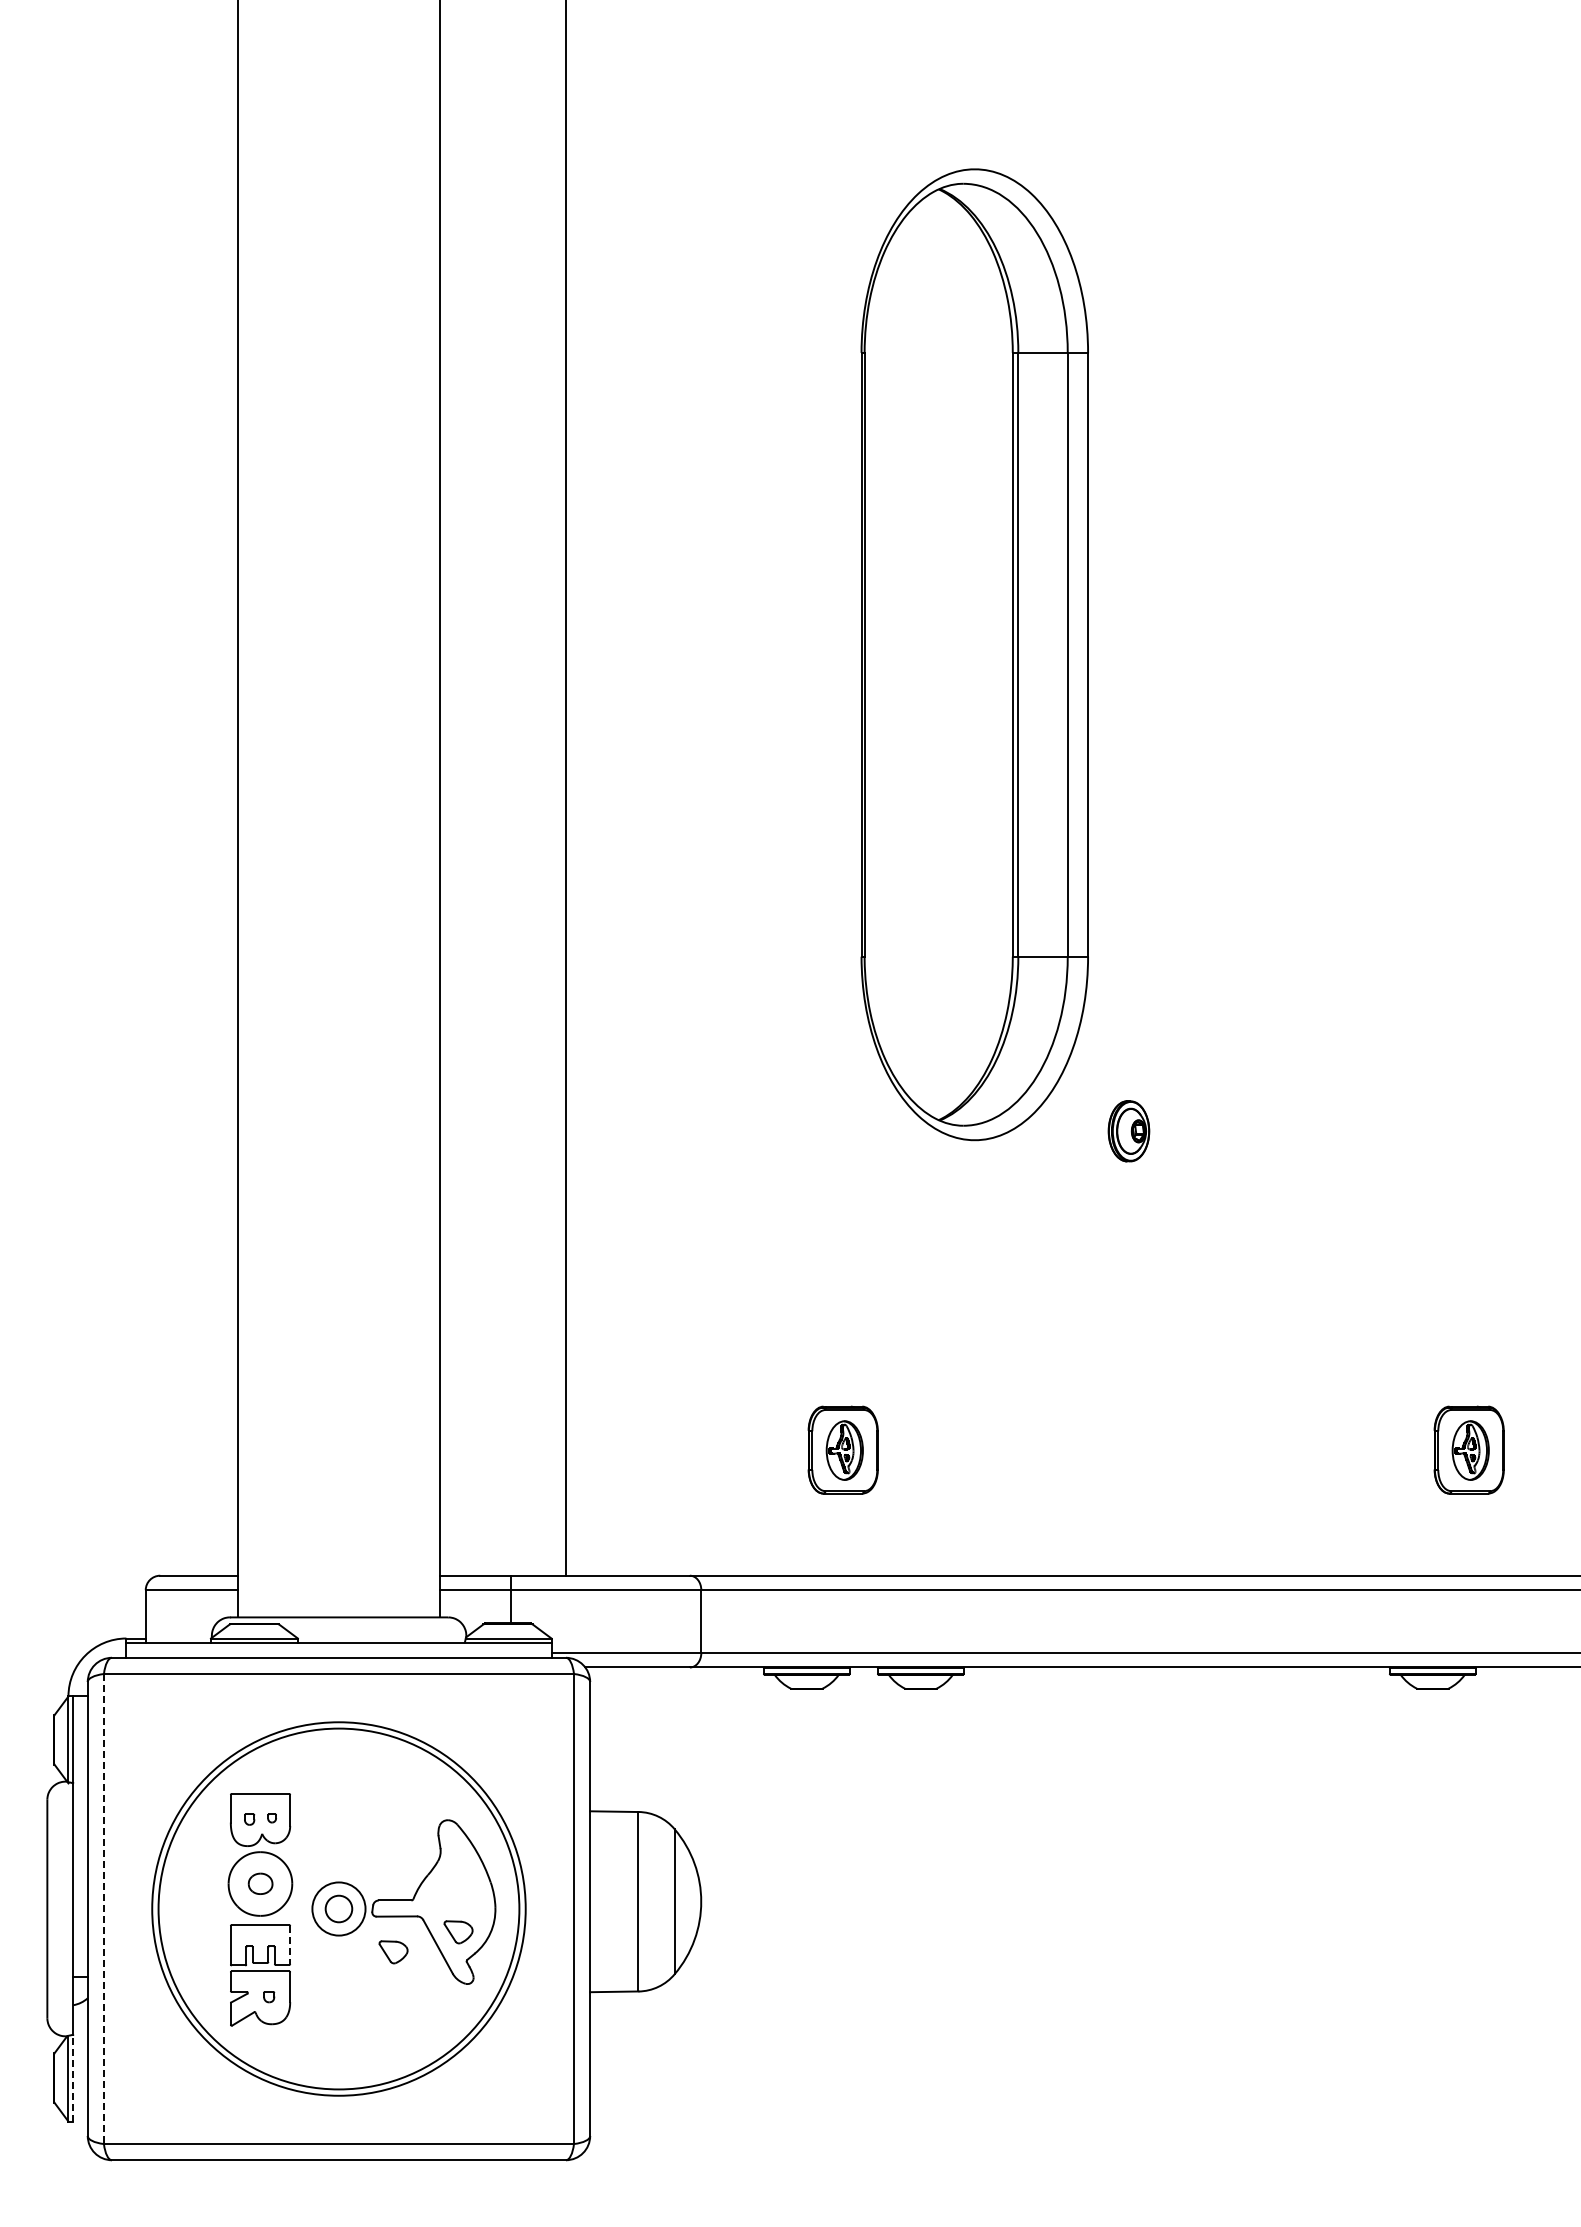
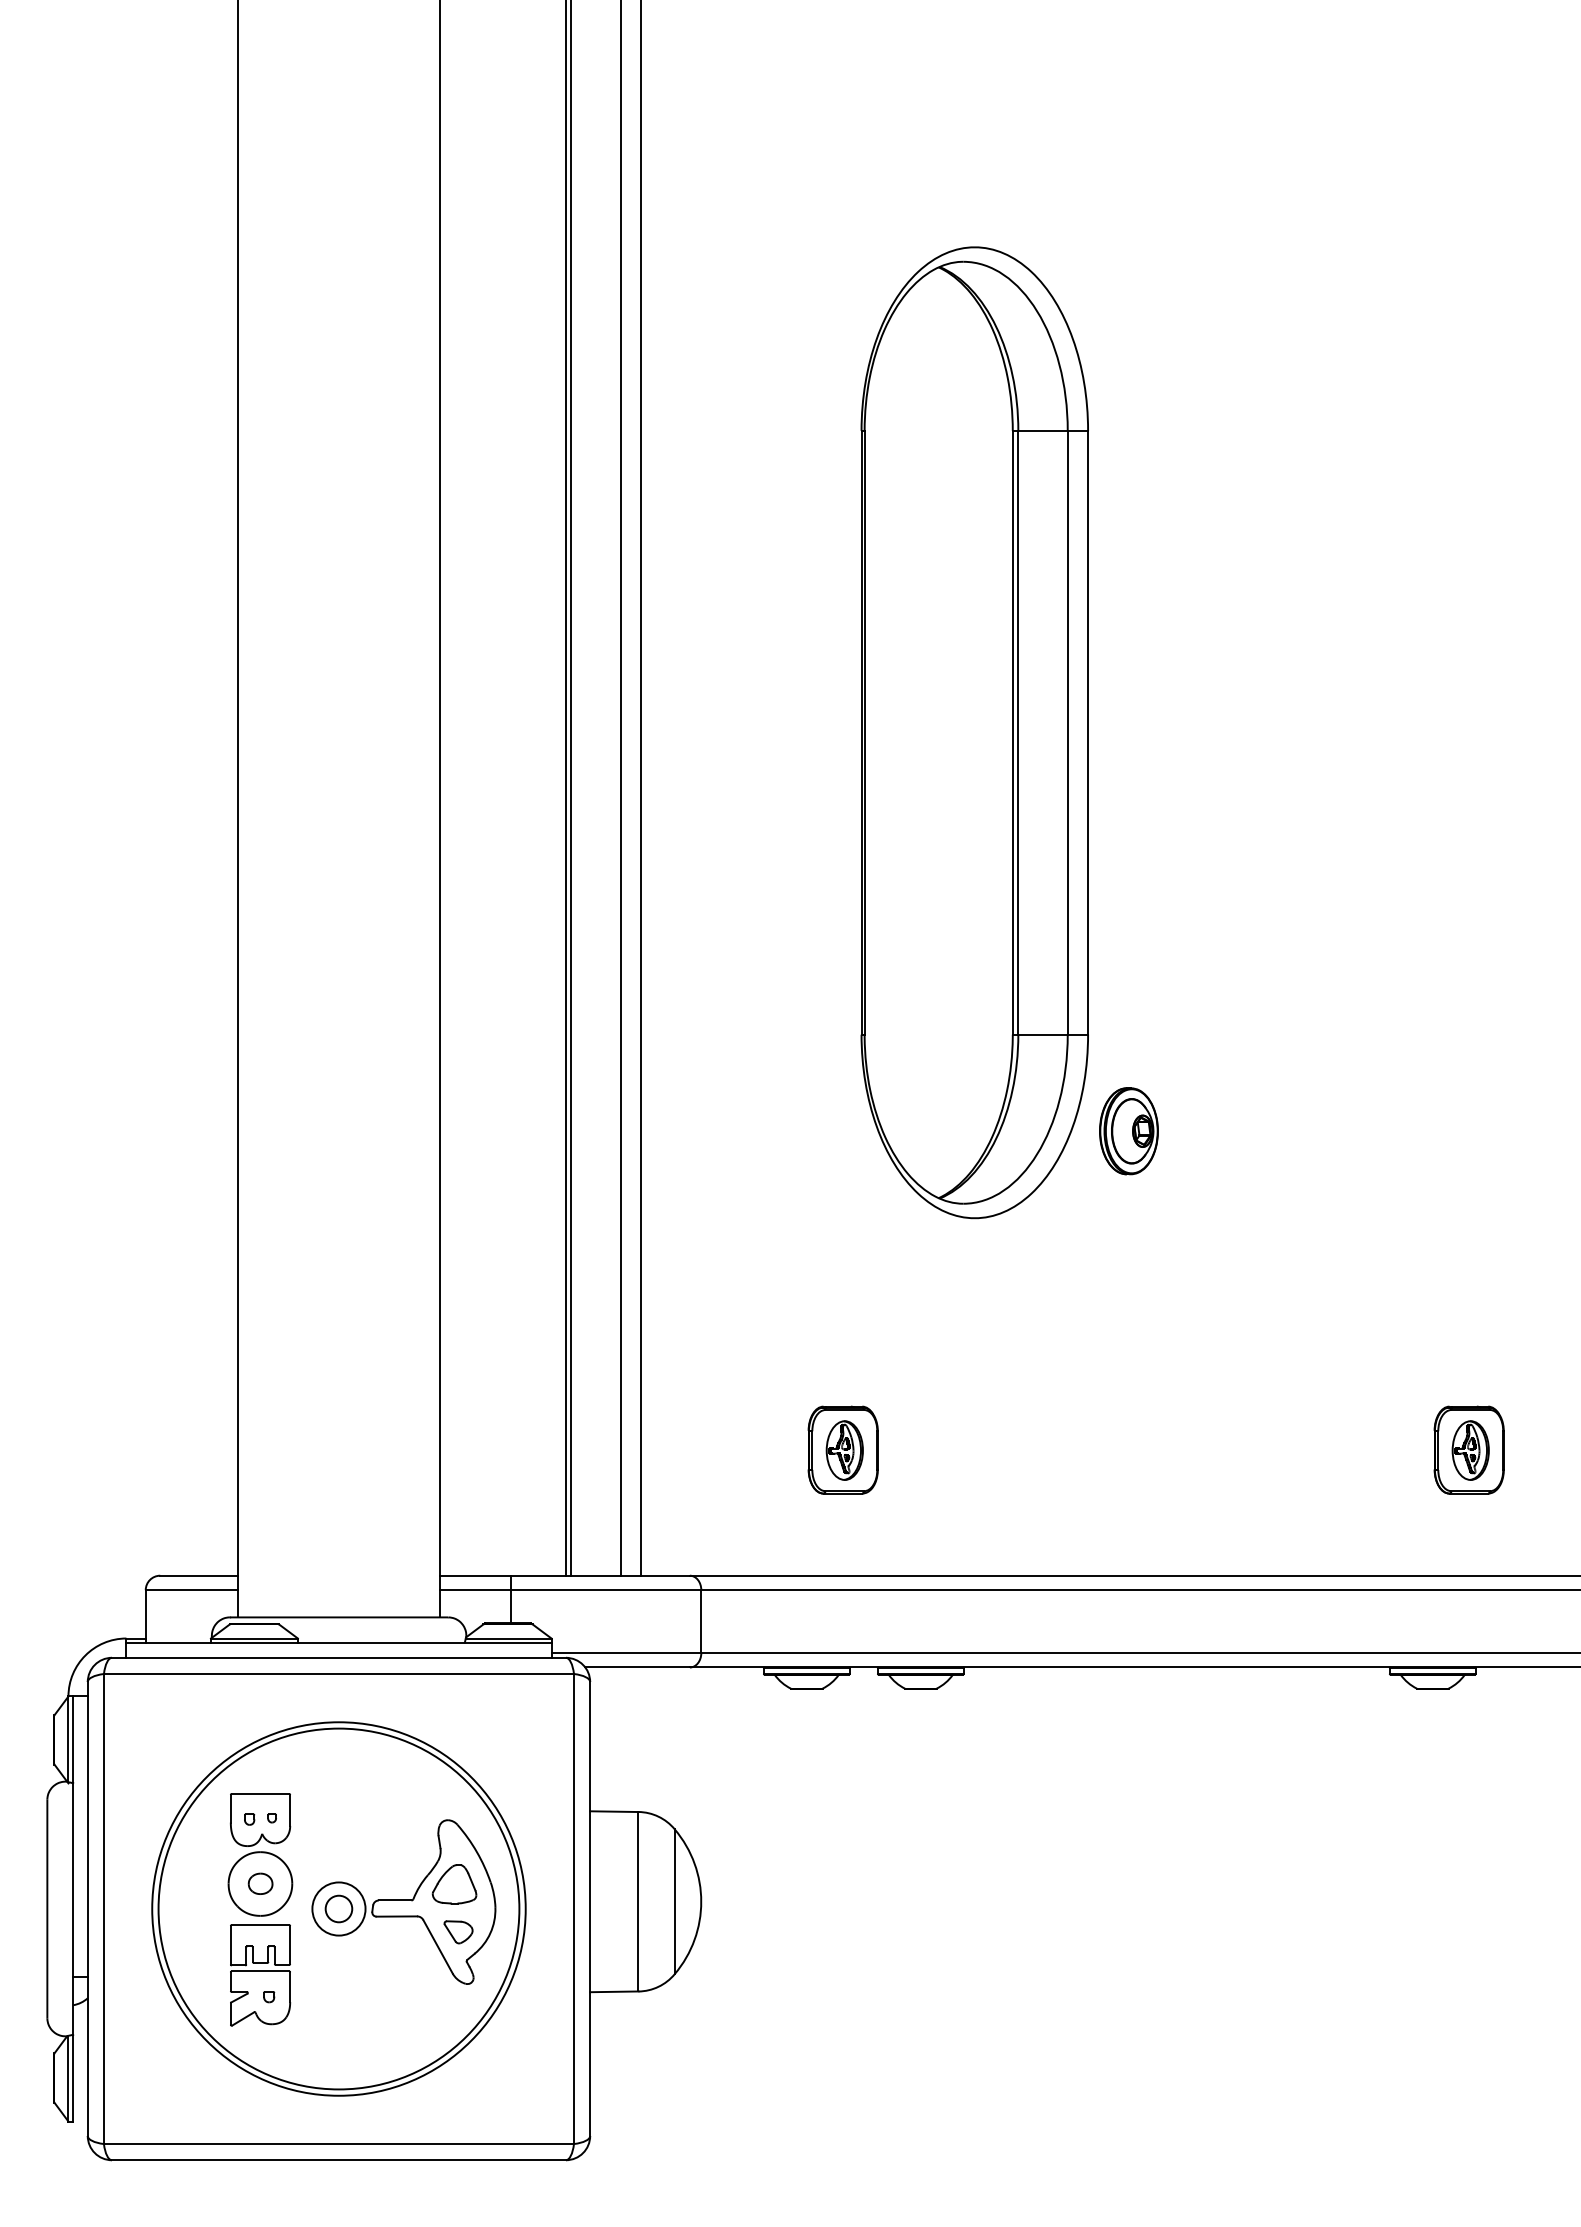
part at (974, 654) position: (974, 654) -> (974, 732)
line at (571, 788): none -> present
line at (620, 788): none -> present
line at (640, 788): none -> present
part at (1128, 1131) size: 44x63 px -> 60x89 px
part at (454, 1884): none -> present
line at (103, 1909): dashed -> solid
line at (290, 1945): dashed -> solid
part at (393, 1952): present -> none
line at (73, 2077): dashed -> solid
